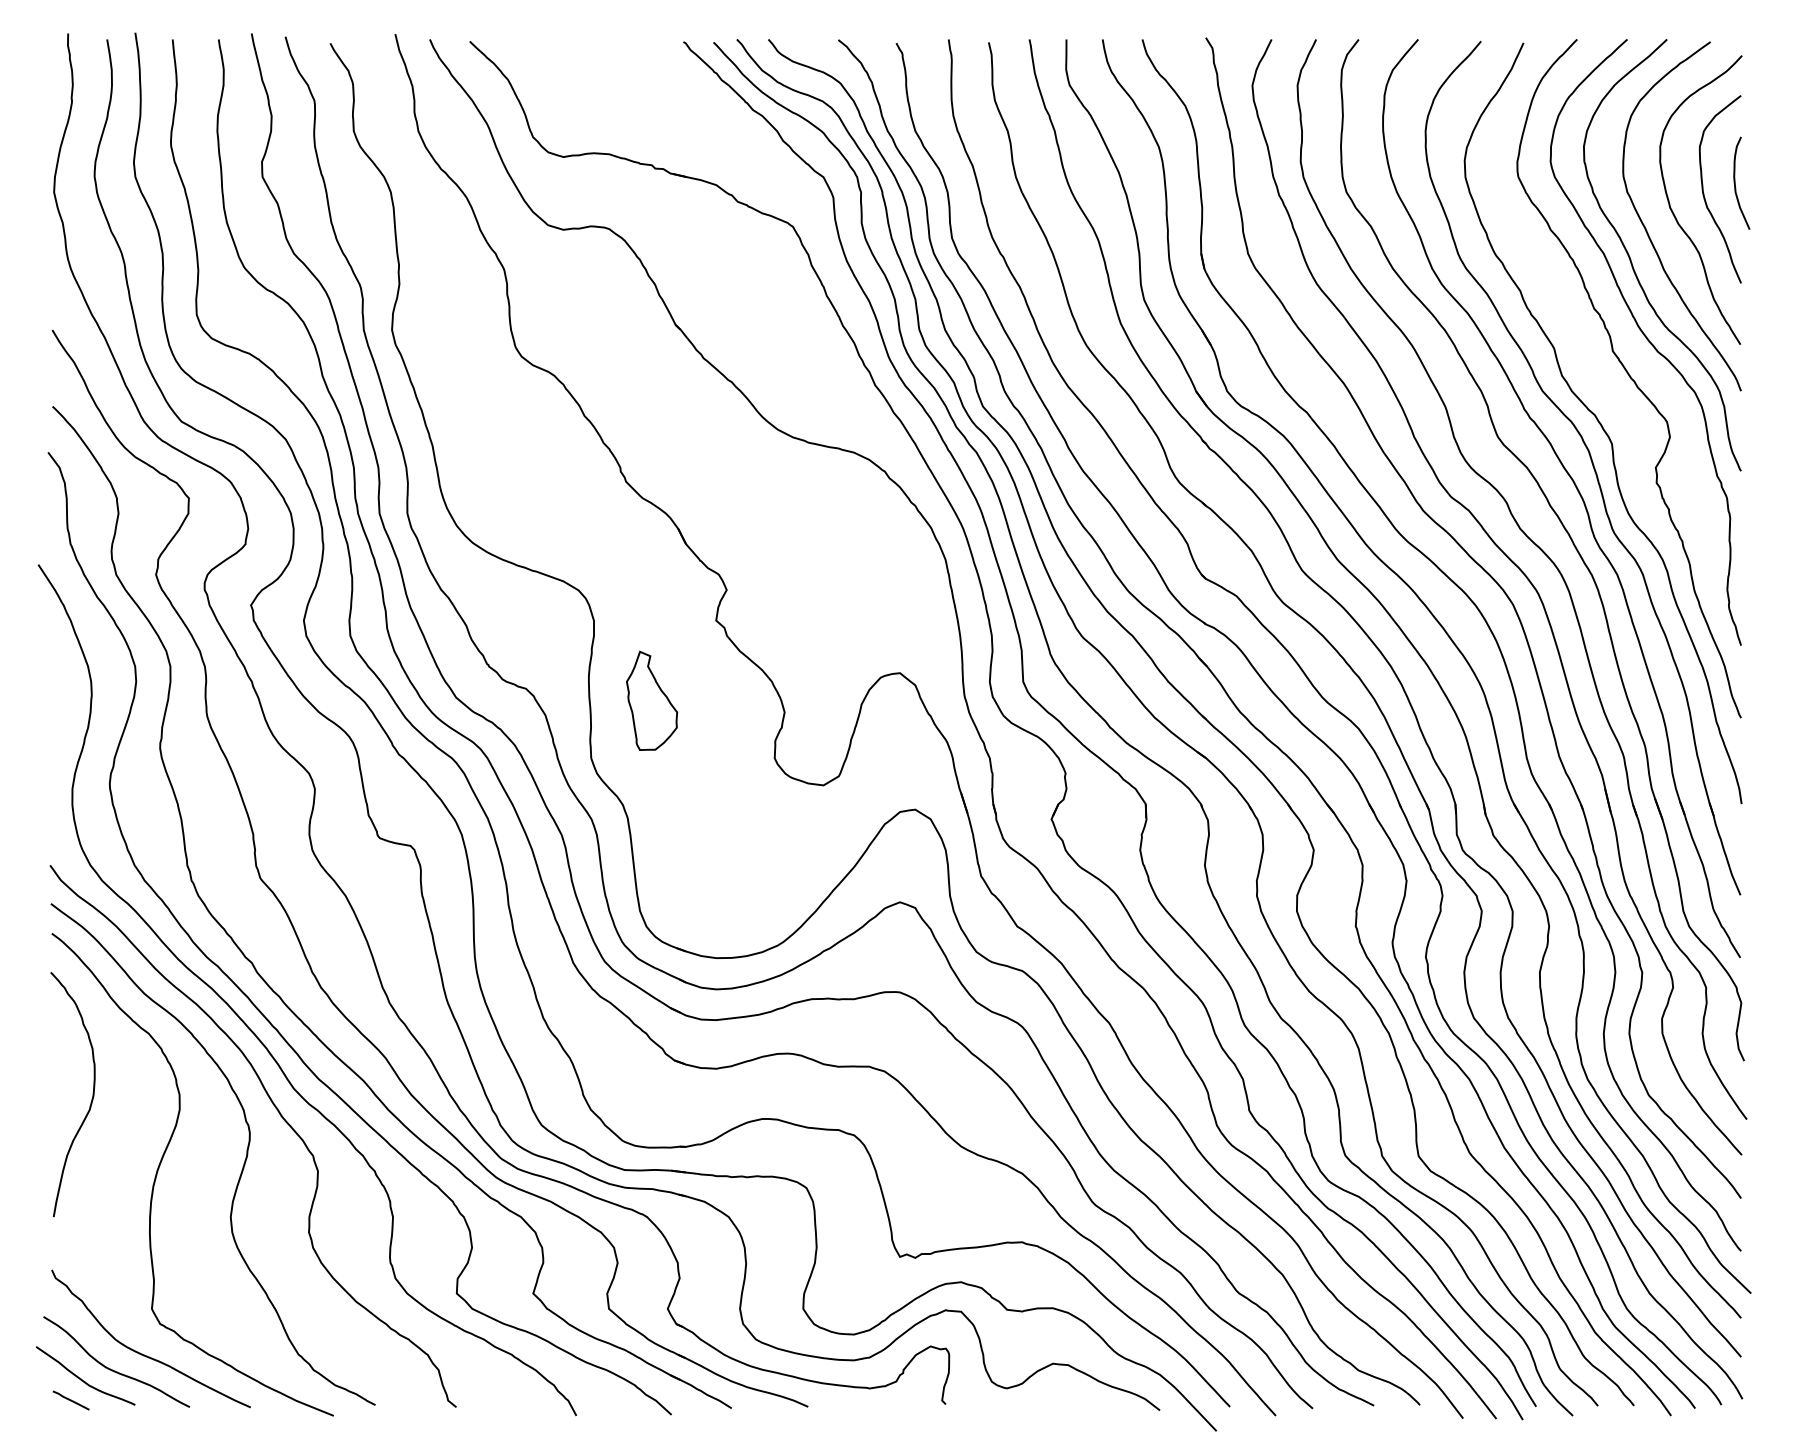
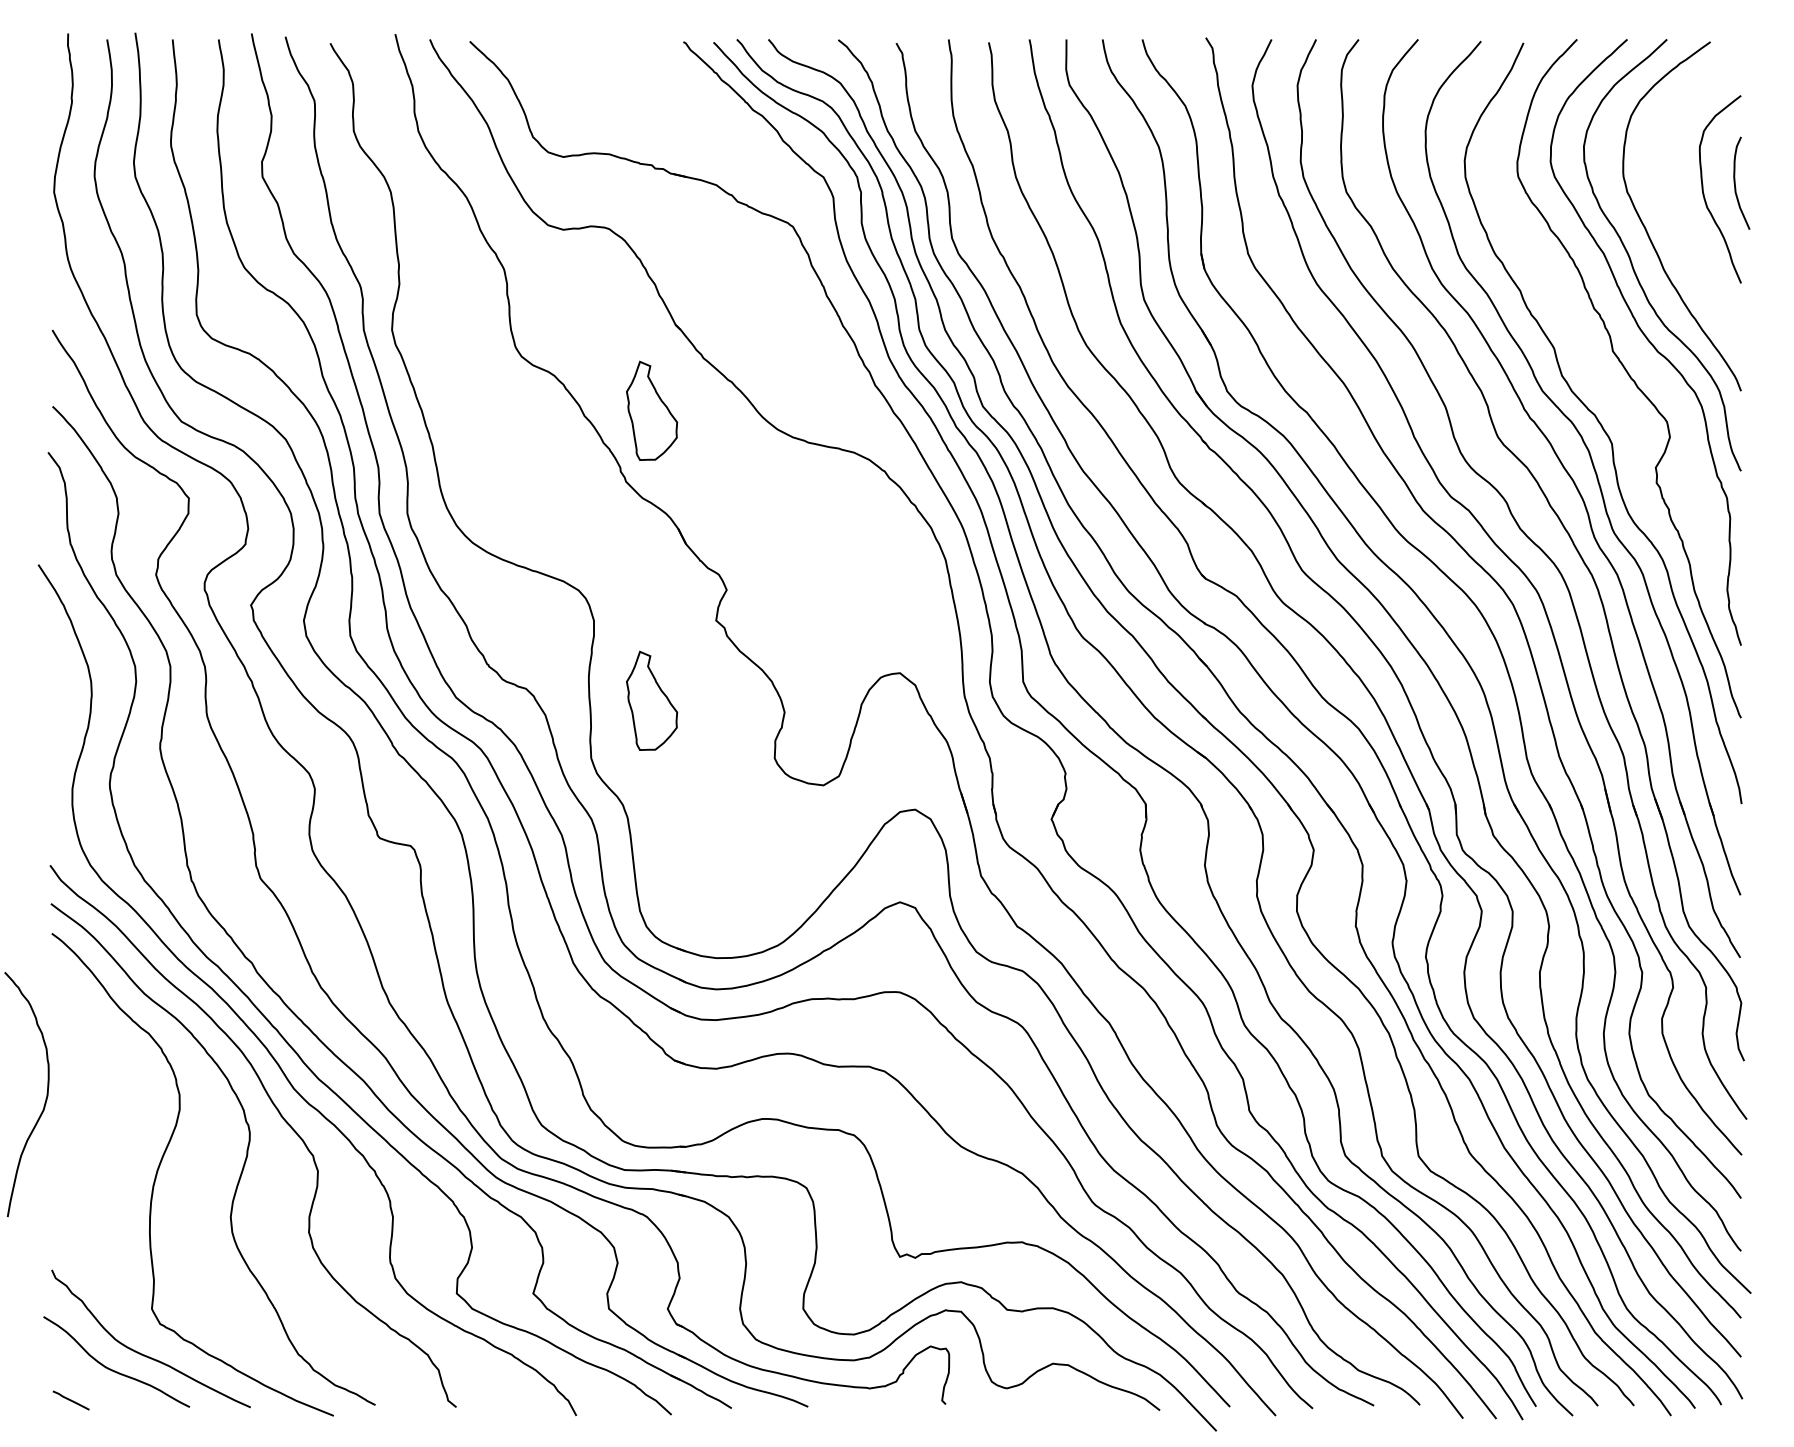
curve at (1674, 213): present -> none
part at (652, 410): none -> present
curve at (91, 1098) position: (91, 1098) -> (45, 1098)
curve at (81, 1378): present -> none
